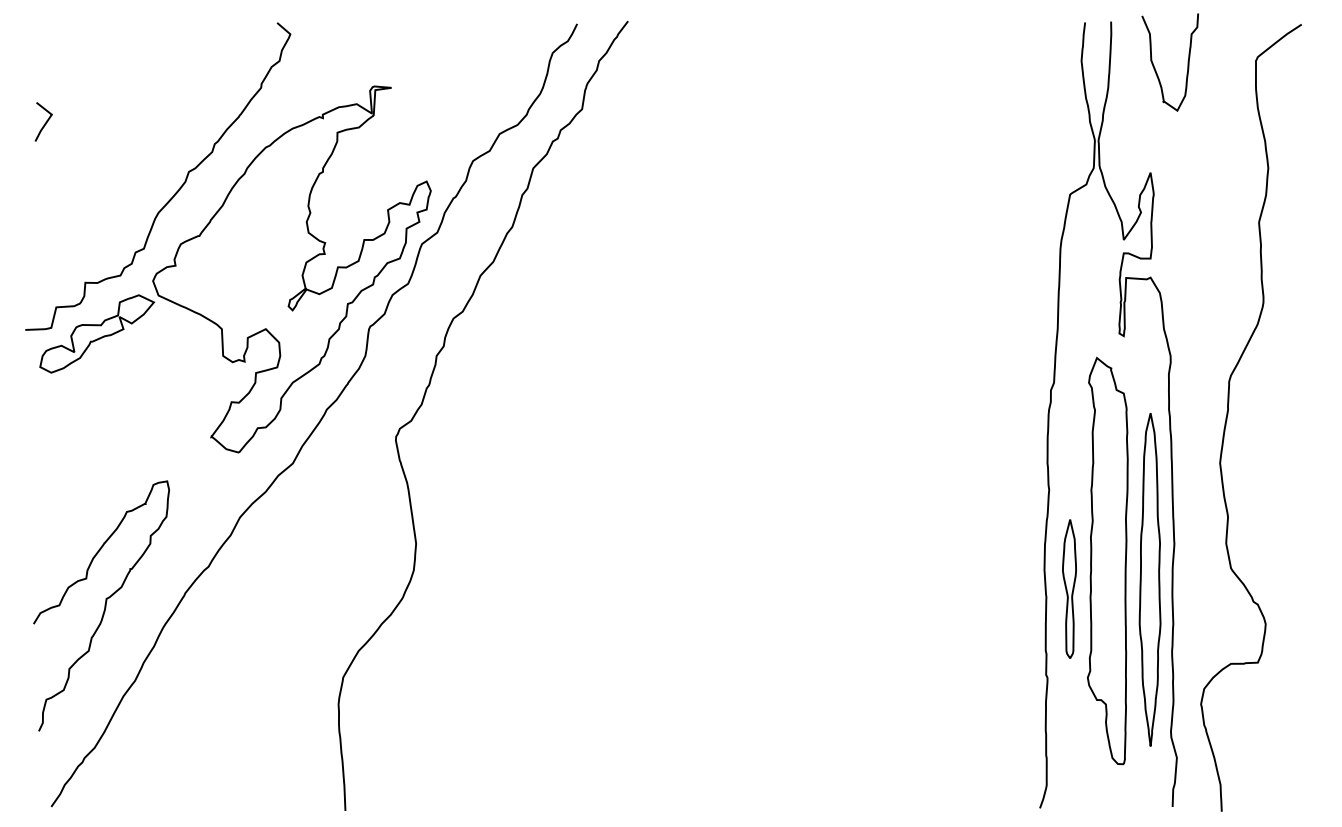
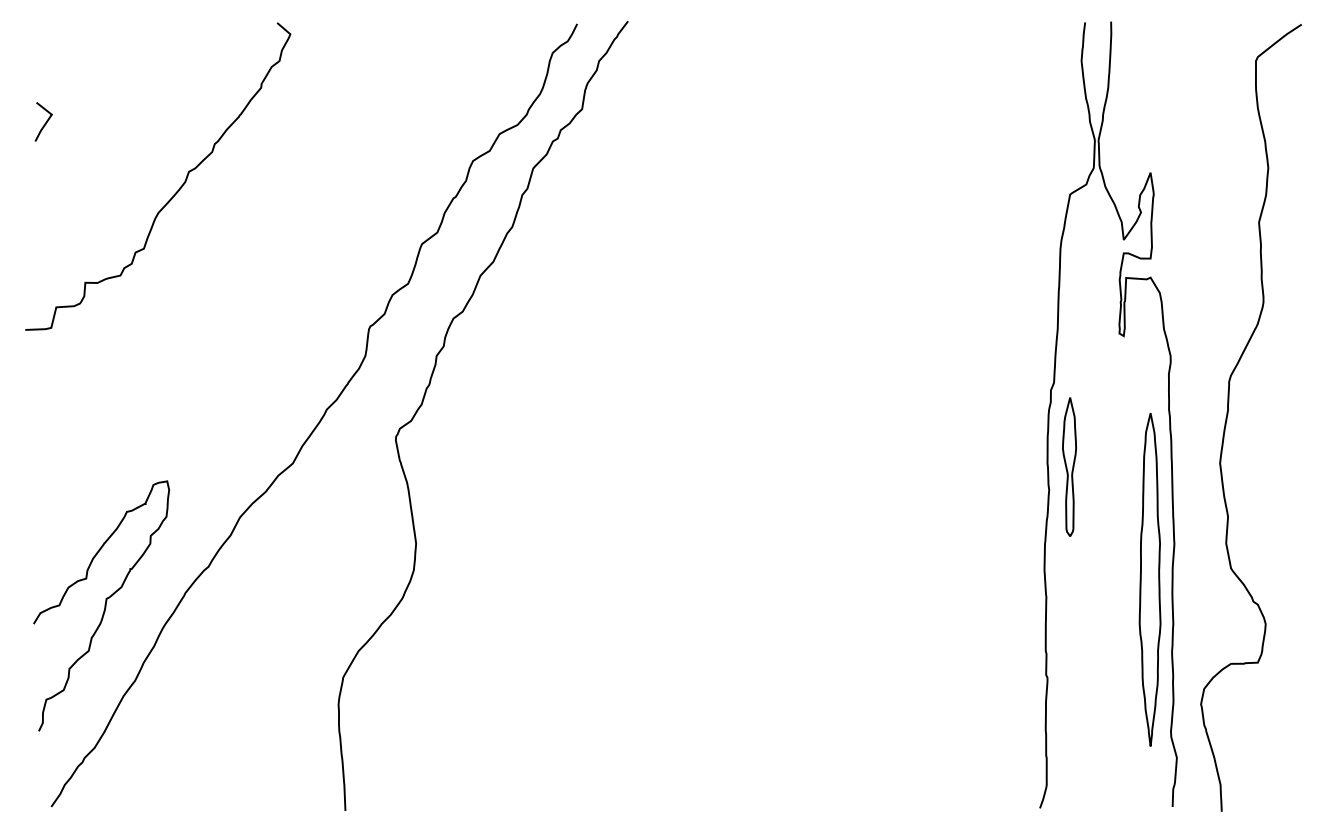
curve at (1155, 68): present -> none
part at (235, 269): present -> none
part at (1107, 560): present -> none
part at (1069, 588) position: (1069, 588) -> (1069, 466)
